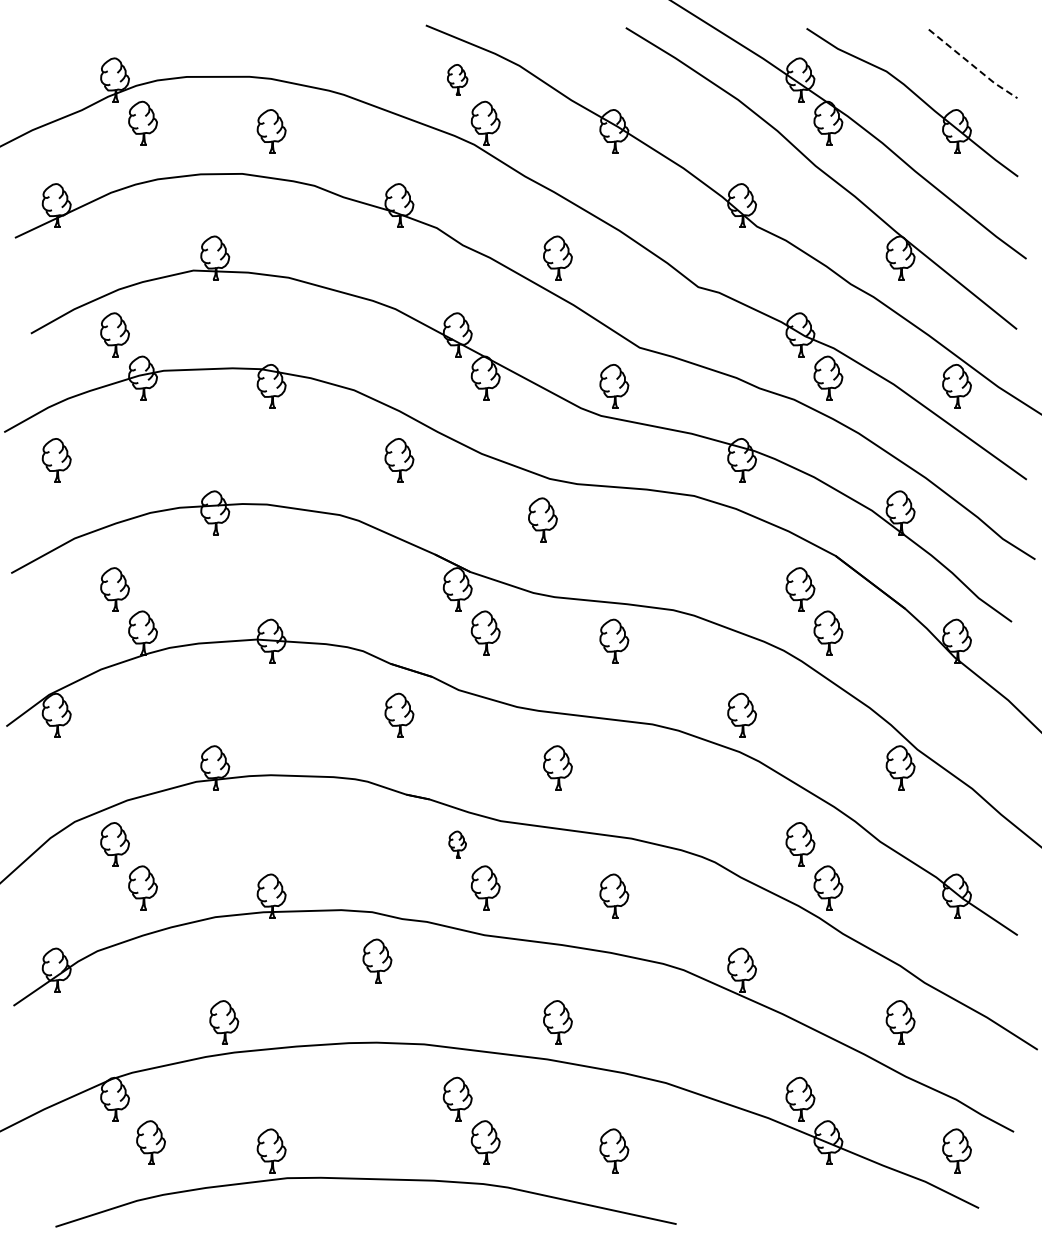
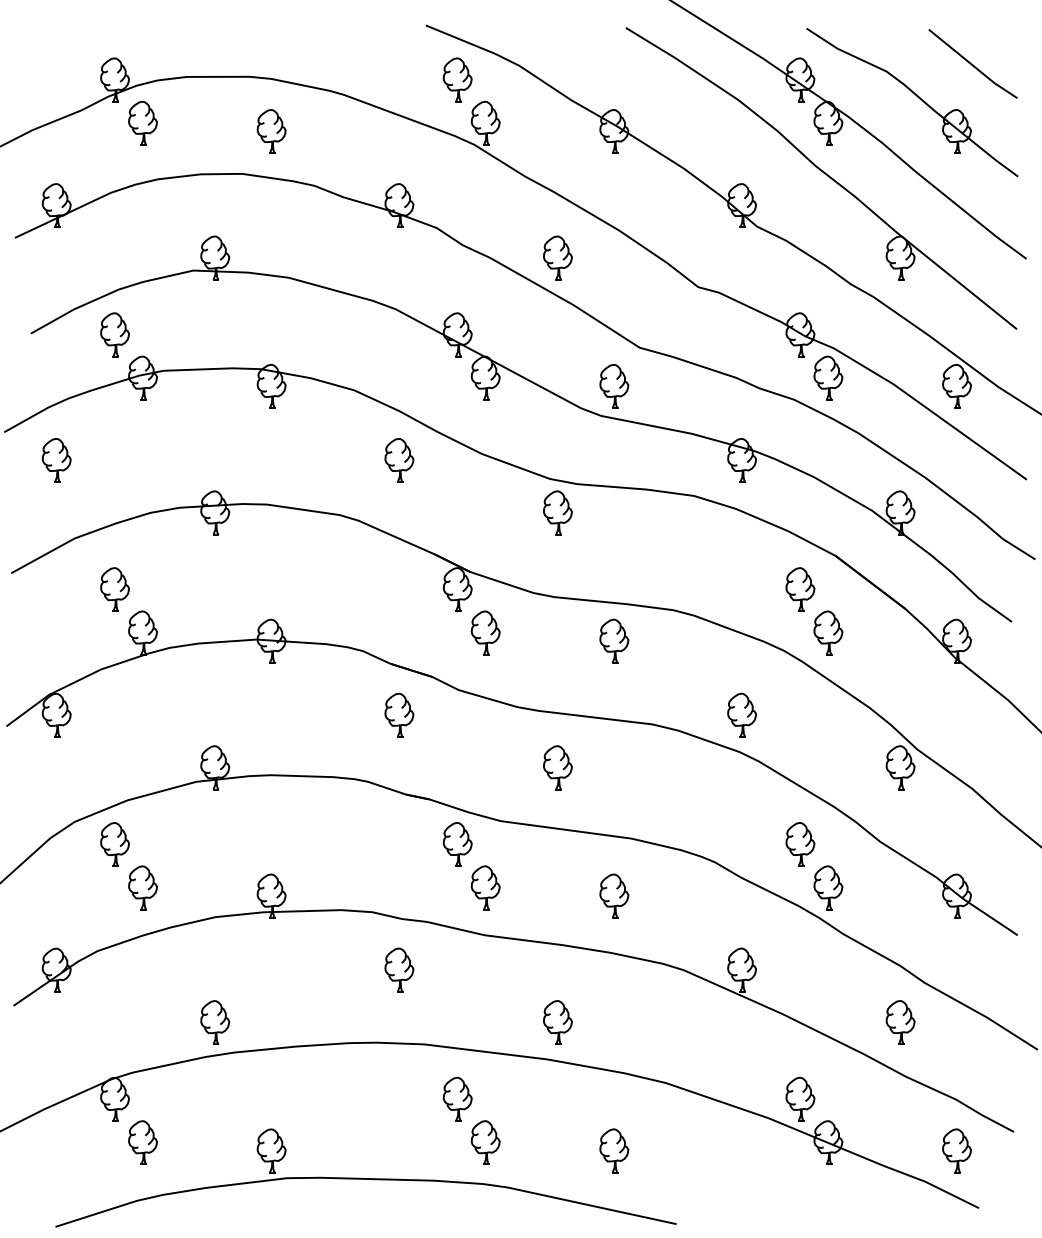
line at (972, 65): dashed -> solid
part at (457, 79) size: 22x32 px -> 31x46 px
part at (542, 519) position: (542, 519) -> (557, 512)
part at (457, 844) size: 19x29 px -> 31x45 px
part at (377, 960) position: (377, 960) -> (399, 969)
part at (224, 1022) position: (224, 1022) -> (215, 1022)
part at (150, 1142) position: (150, 1142) -> (142, 1142)
